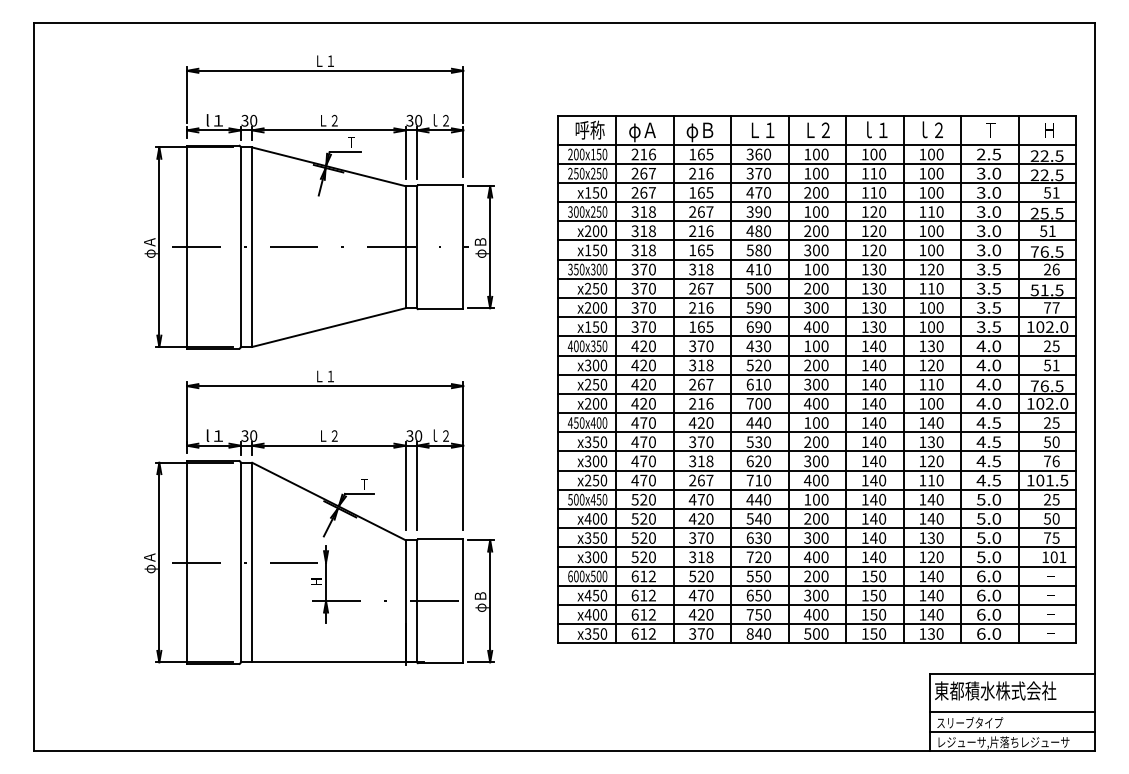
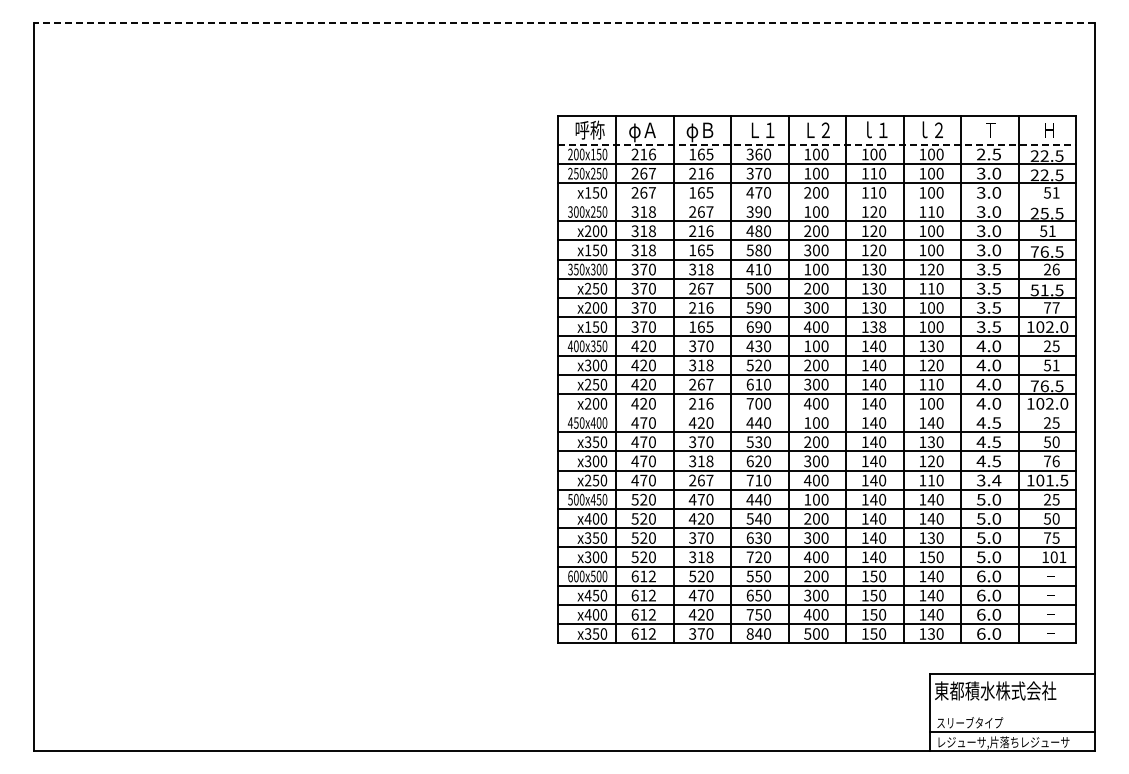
line at (564, 23): solid -> dashed
line at (817, 144): solid -> dashed
part at (319, 202): present -> none
line at (817, 202): present -> none
text at (882, 326): 130 -> 138
line at (817, 413): present -> none
text at (988, 480): 4.5 -> 3.4
part at (319, 517): present -> none
text at (930, 557): 120 -> 150
line at (1012, 712): present -> none
